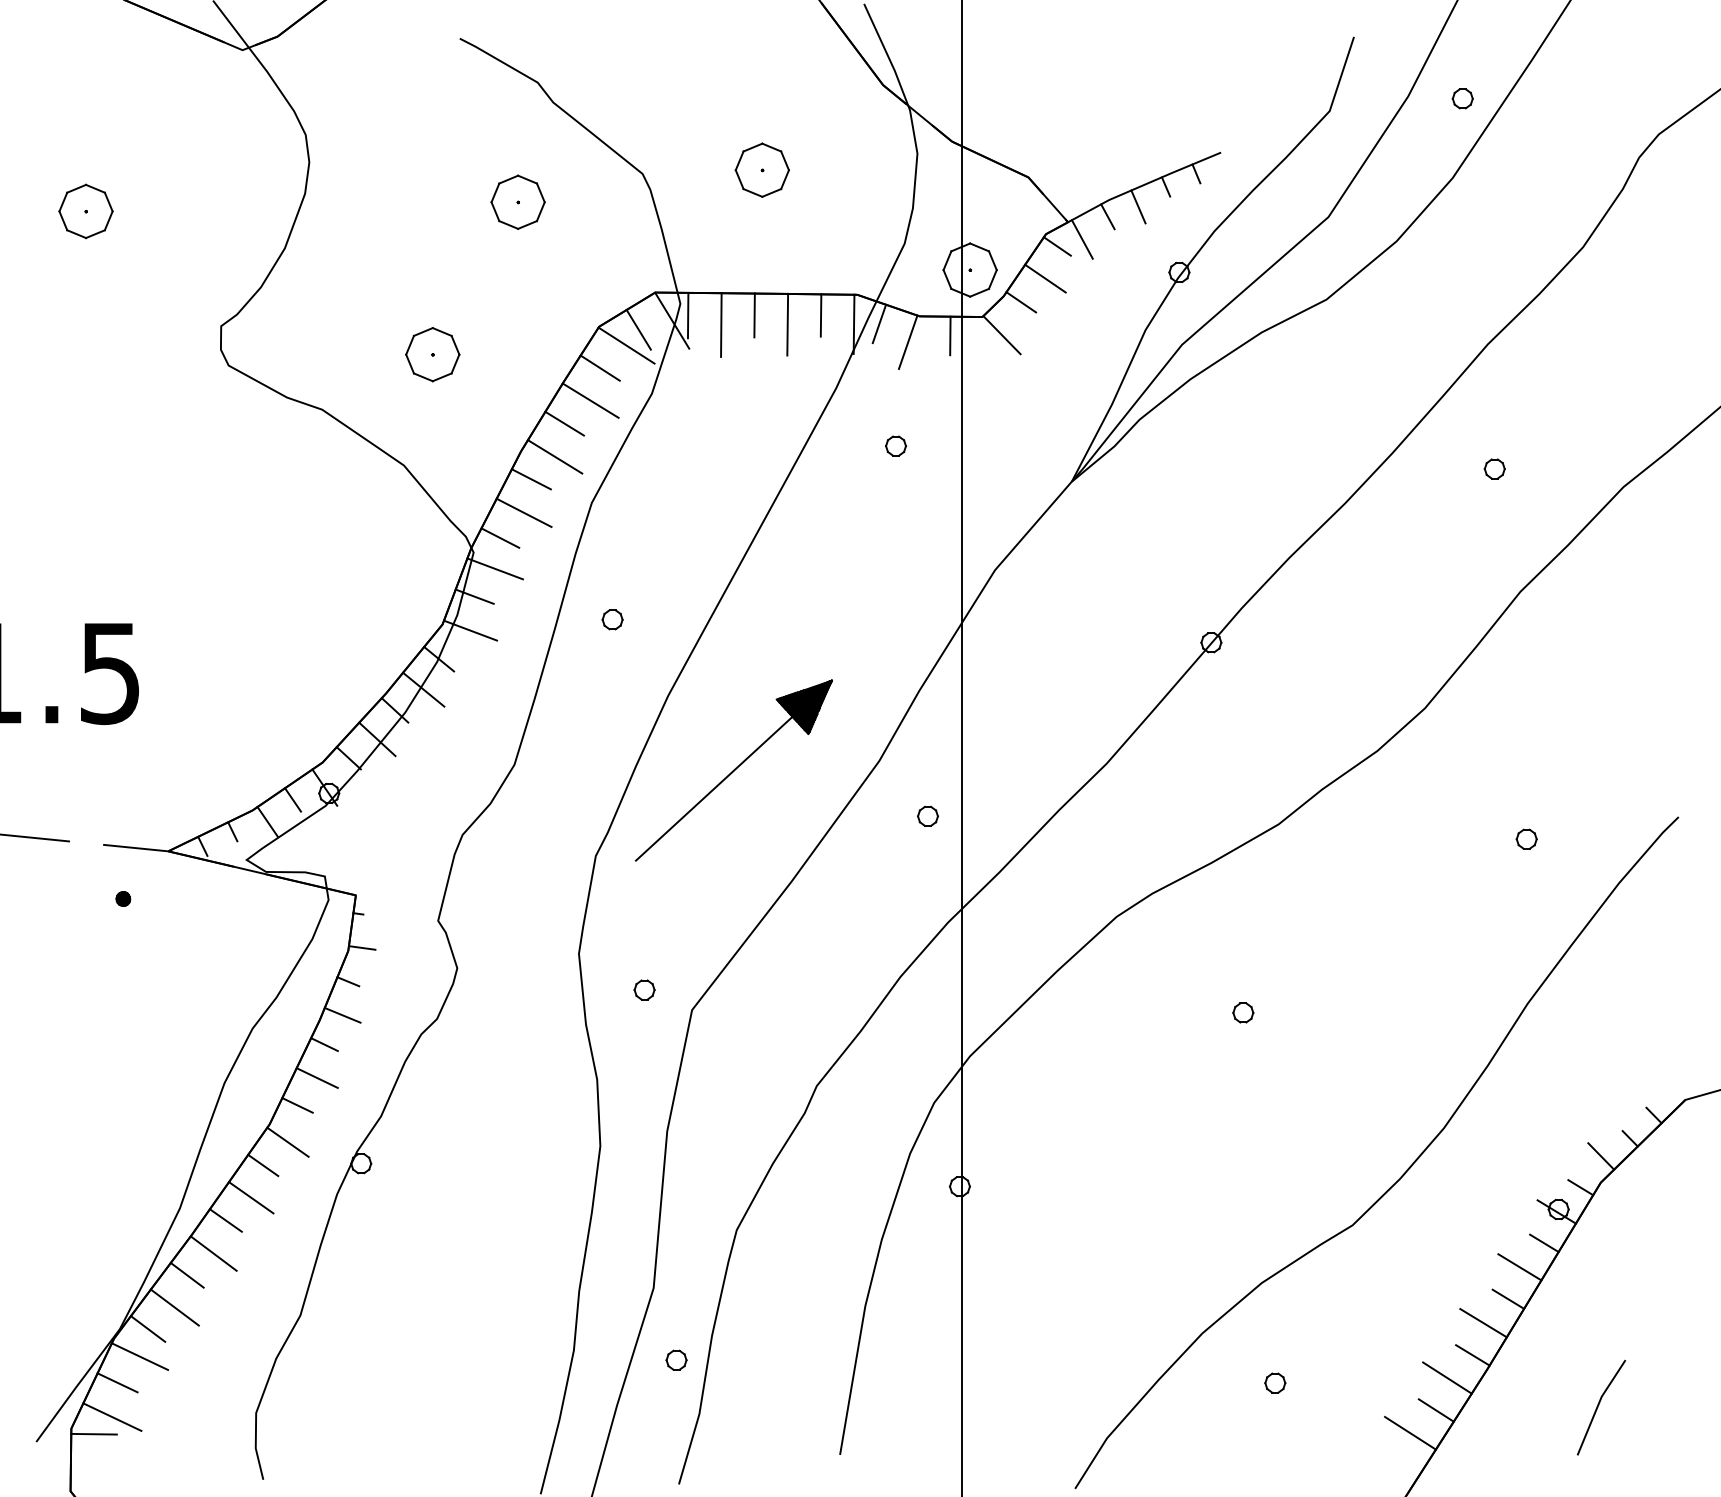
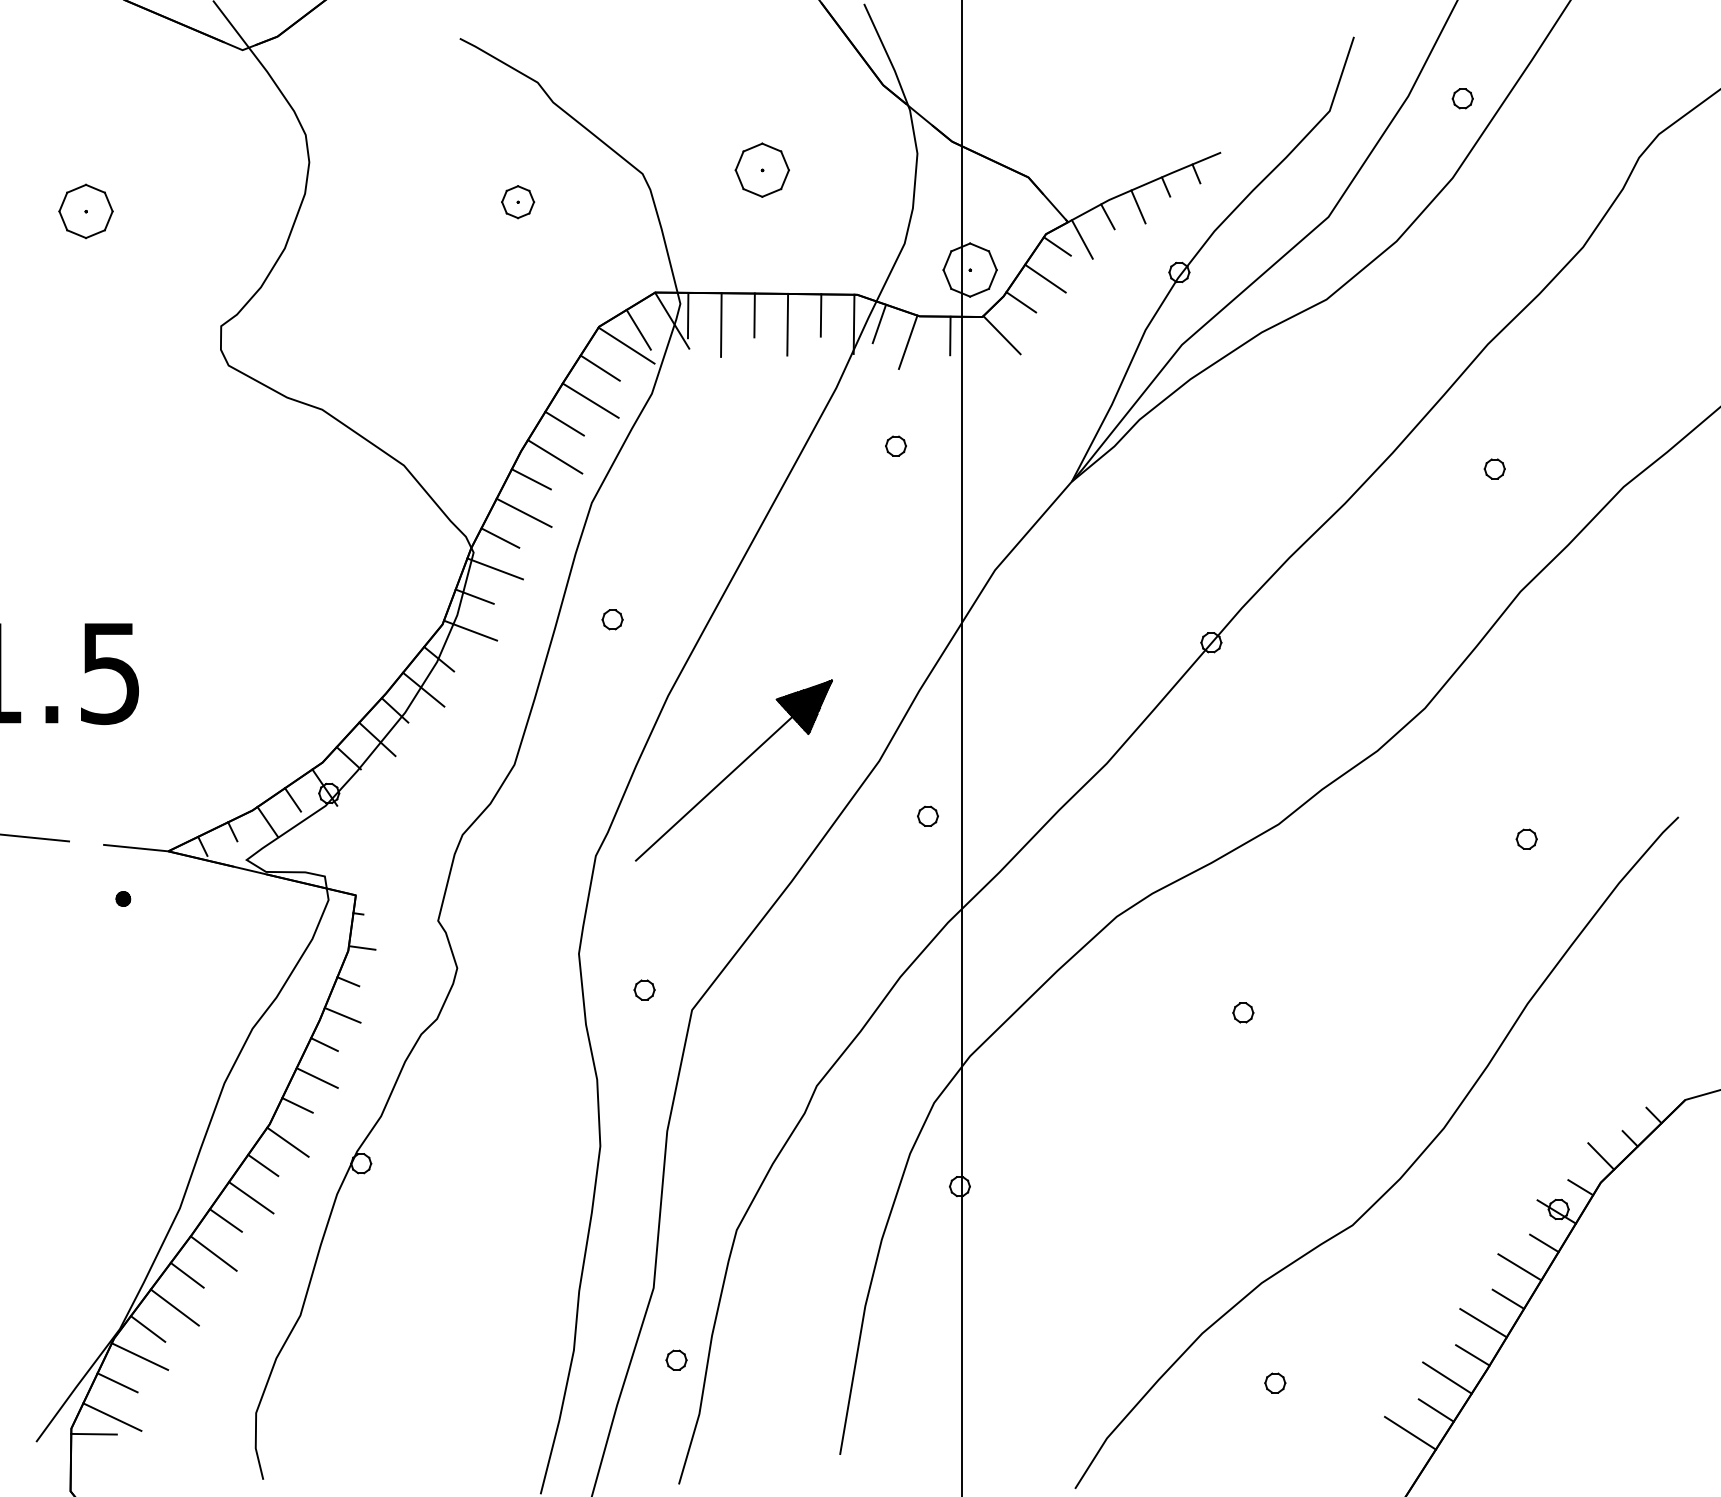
part at (517, 201) size: 56x56 px -> 35x35 px
part at (432, 354): present -> none
line at (1599, 1405): present -> none
